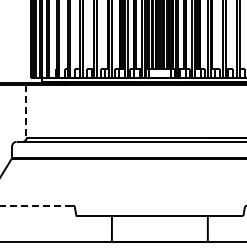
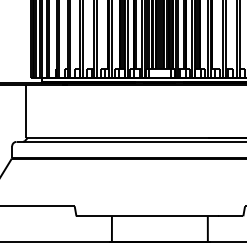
line at (26, 111): dashed -> solid
line at (35, 206): dashed -> solid
